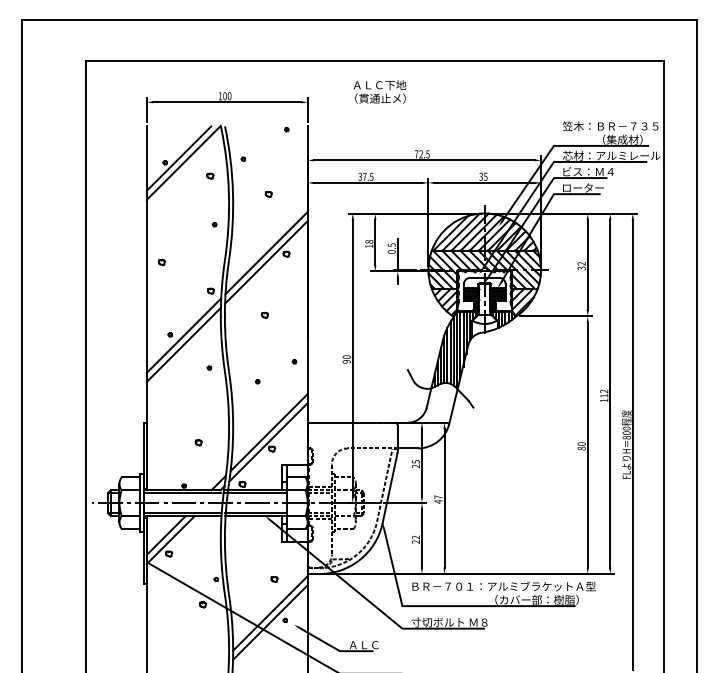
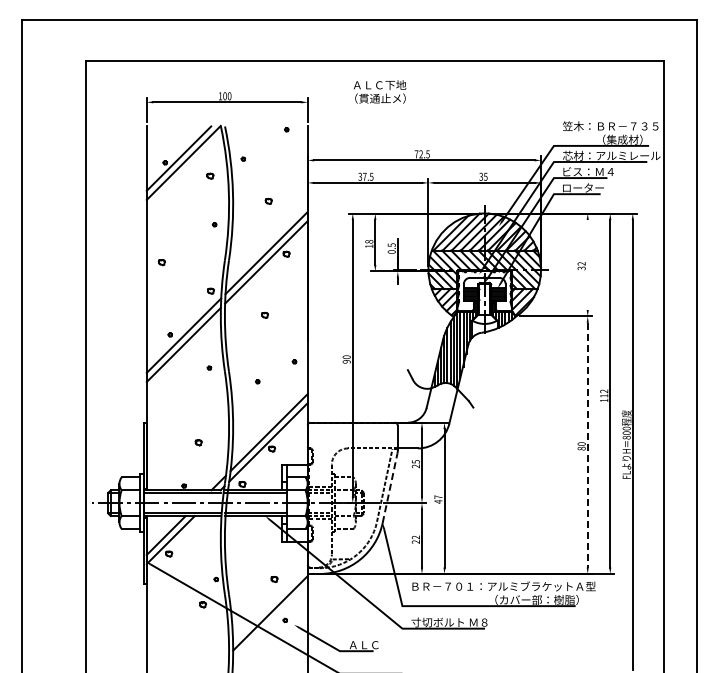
part at (268, 194) position: (268, 194) -> (268, 201)
line at (587, 264): present -> none
line at (587, 445): solid -> dashed
line at (390, 488): solid -> dashed
line at (270, 622): present -> none
